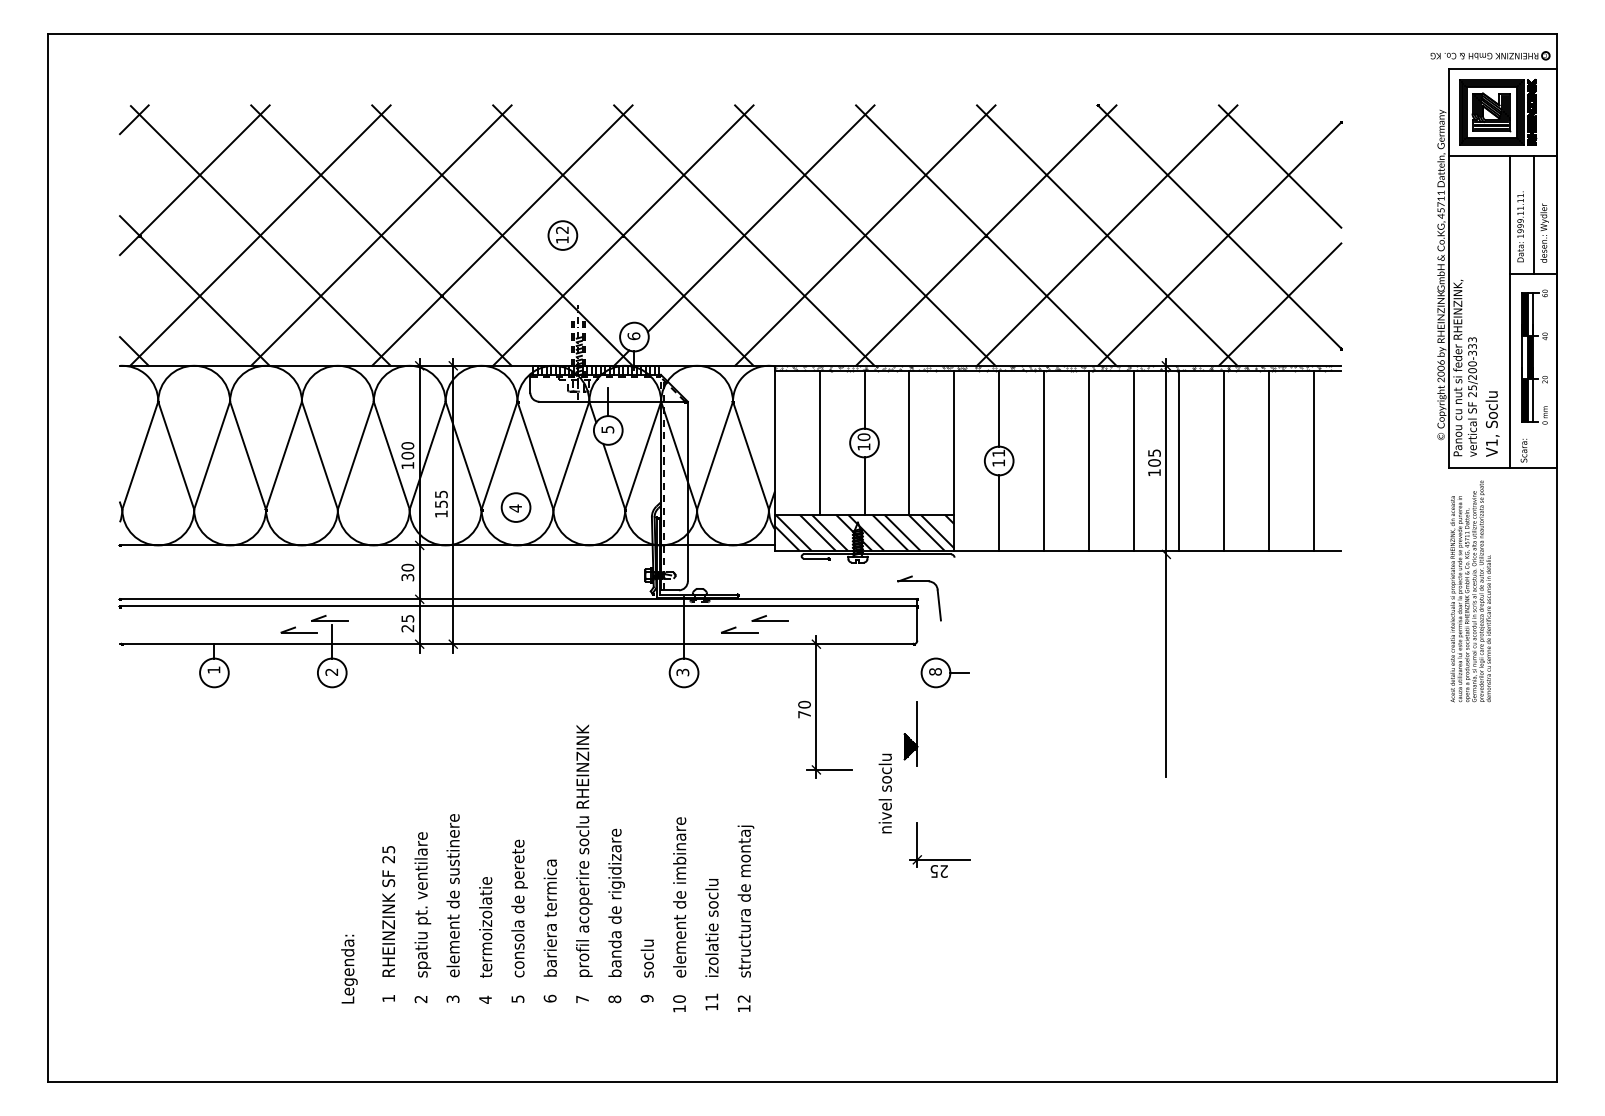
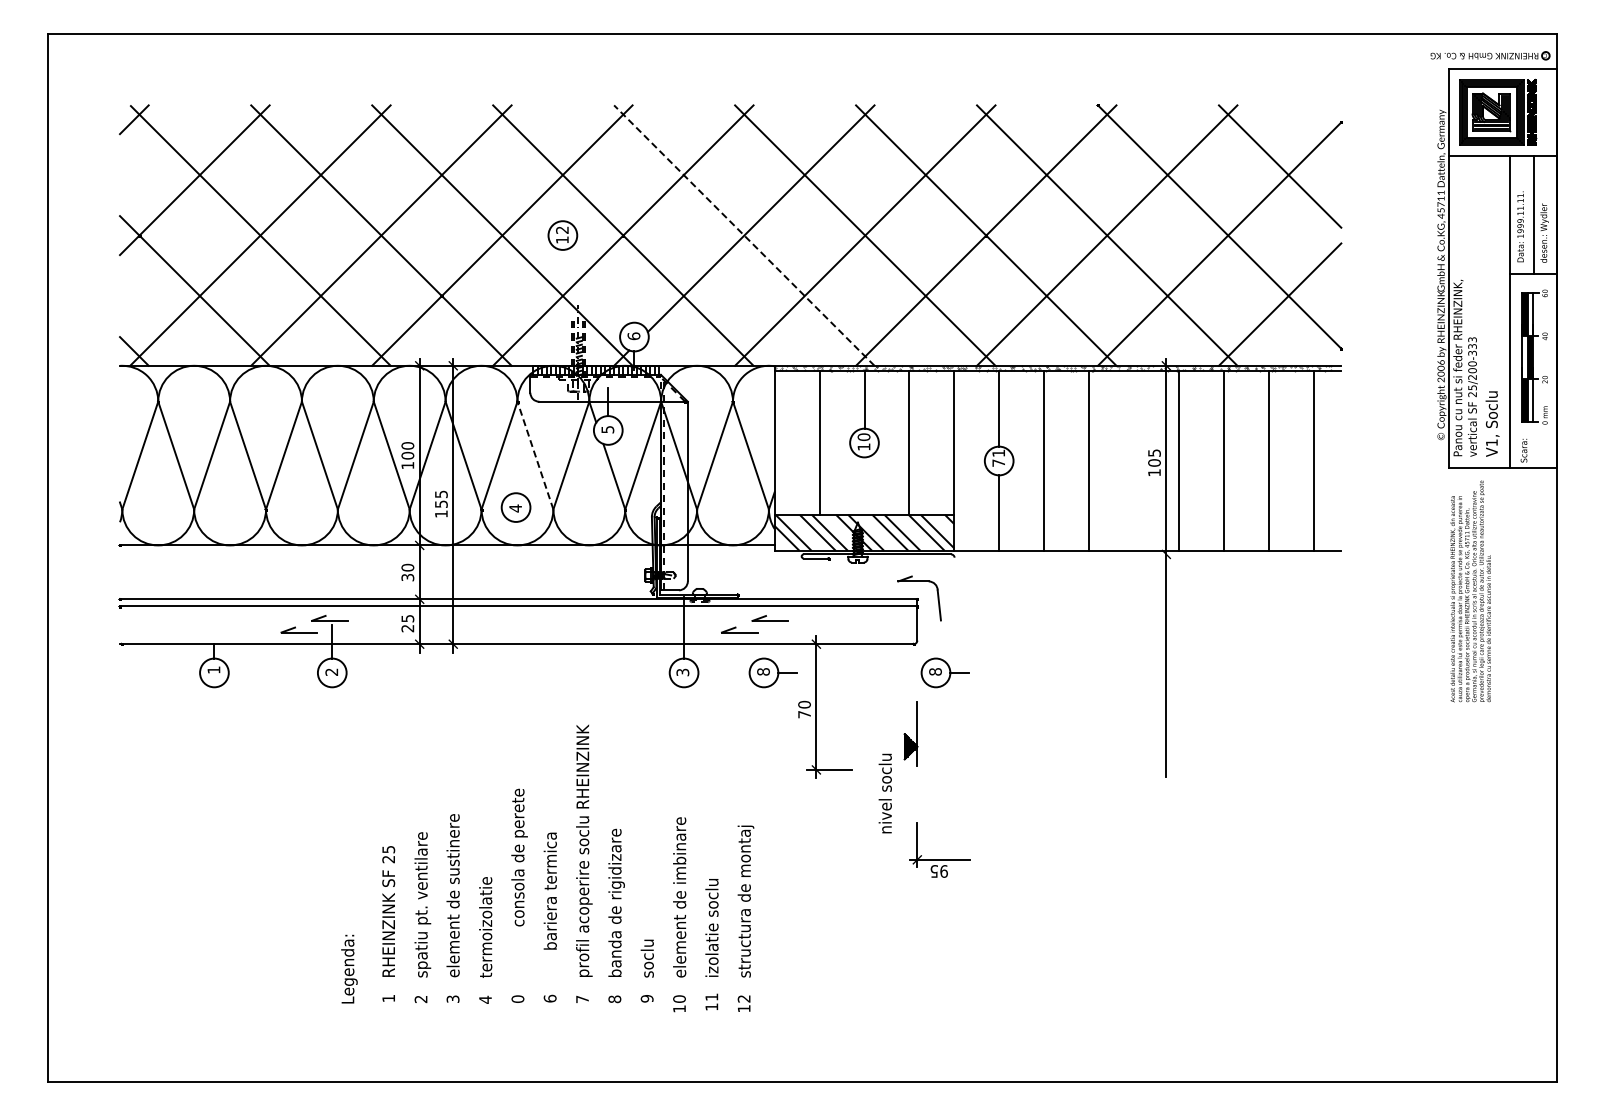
line at (743, 235): solid -> dashed
line at (535, 455): solid -> dashed
line at (1133, 460): present -> none
text at (998, 462): 11 -> 71
line at (864, 485): present -> none
part at (772, 672): none -> present
text at (943, 871): 25 -> 95
text at (519, 908) position: (519, 908) -> (519, 857)
text at (549, 917) position: (549, 917) -> (549, 890)
text at (517, 998): 5 -> 0
